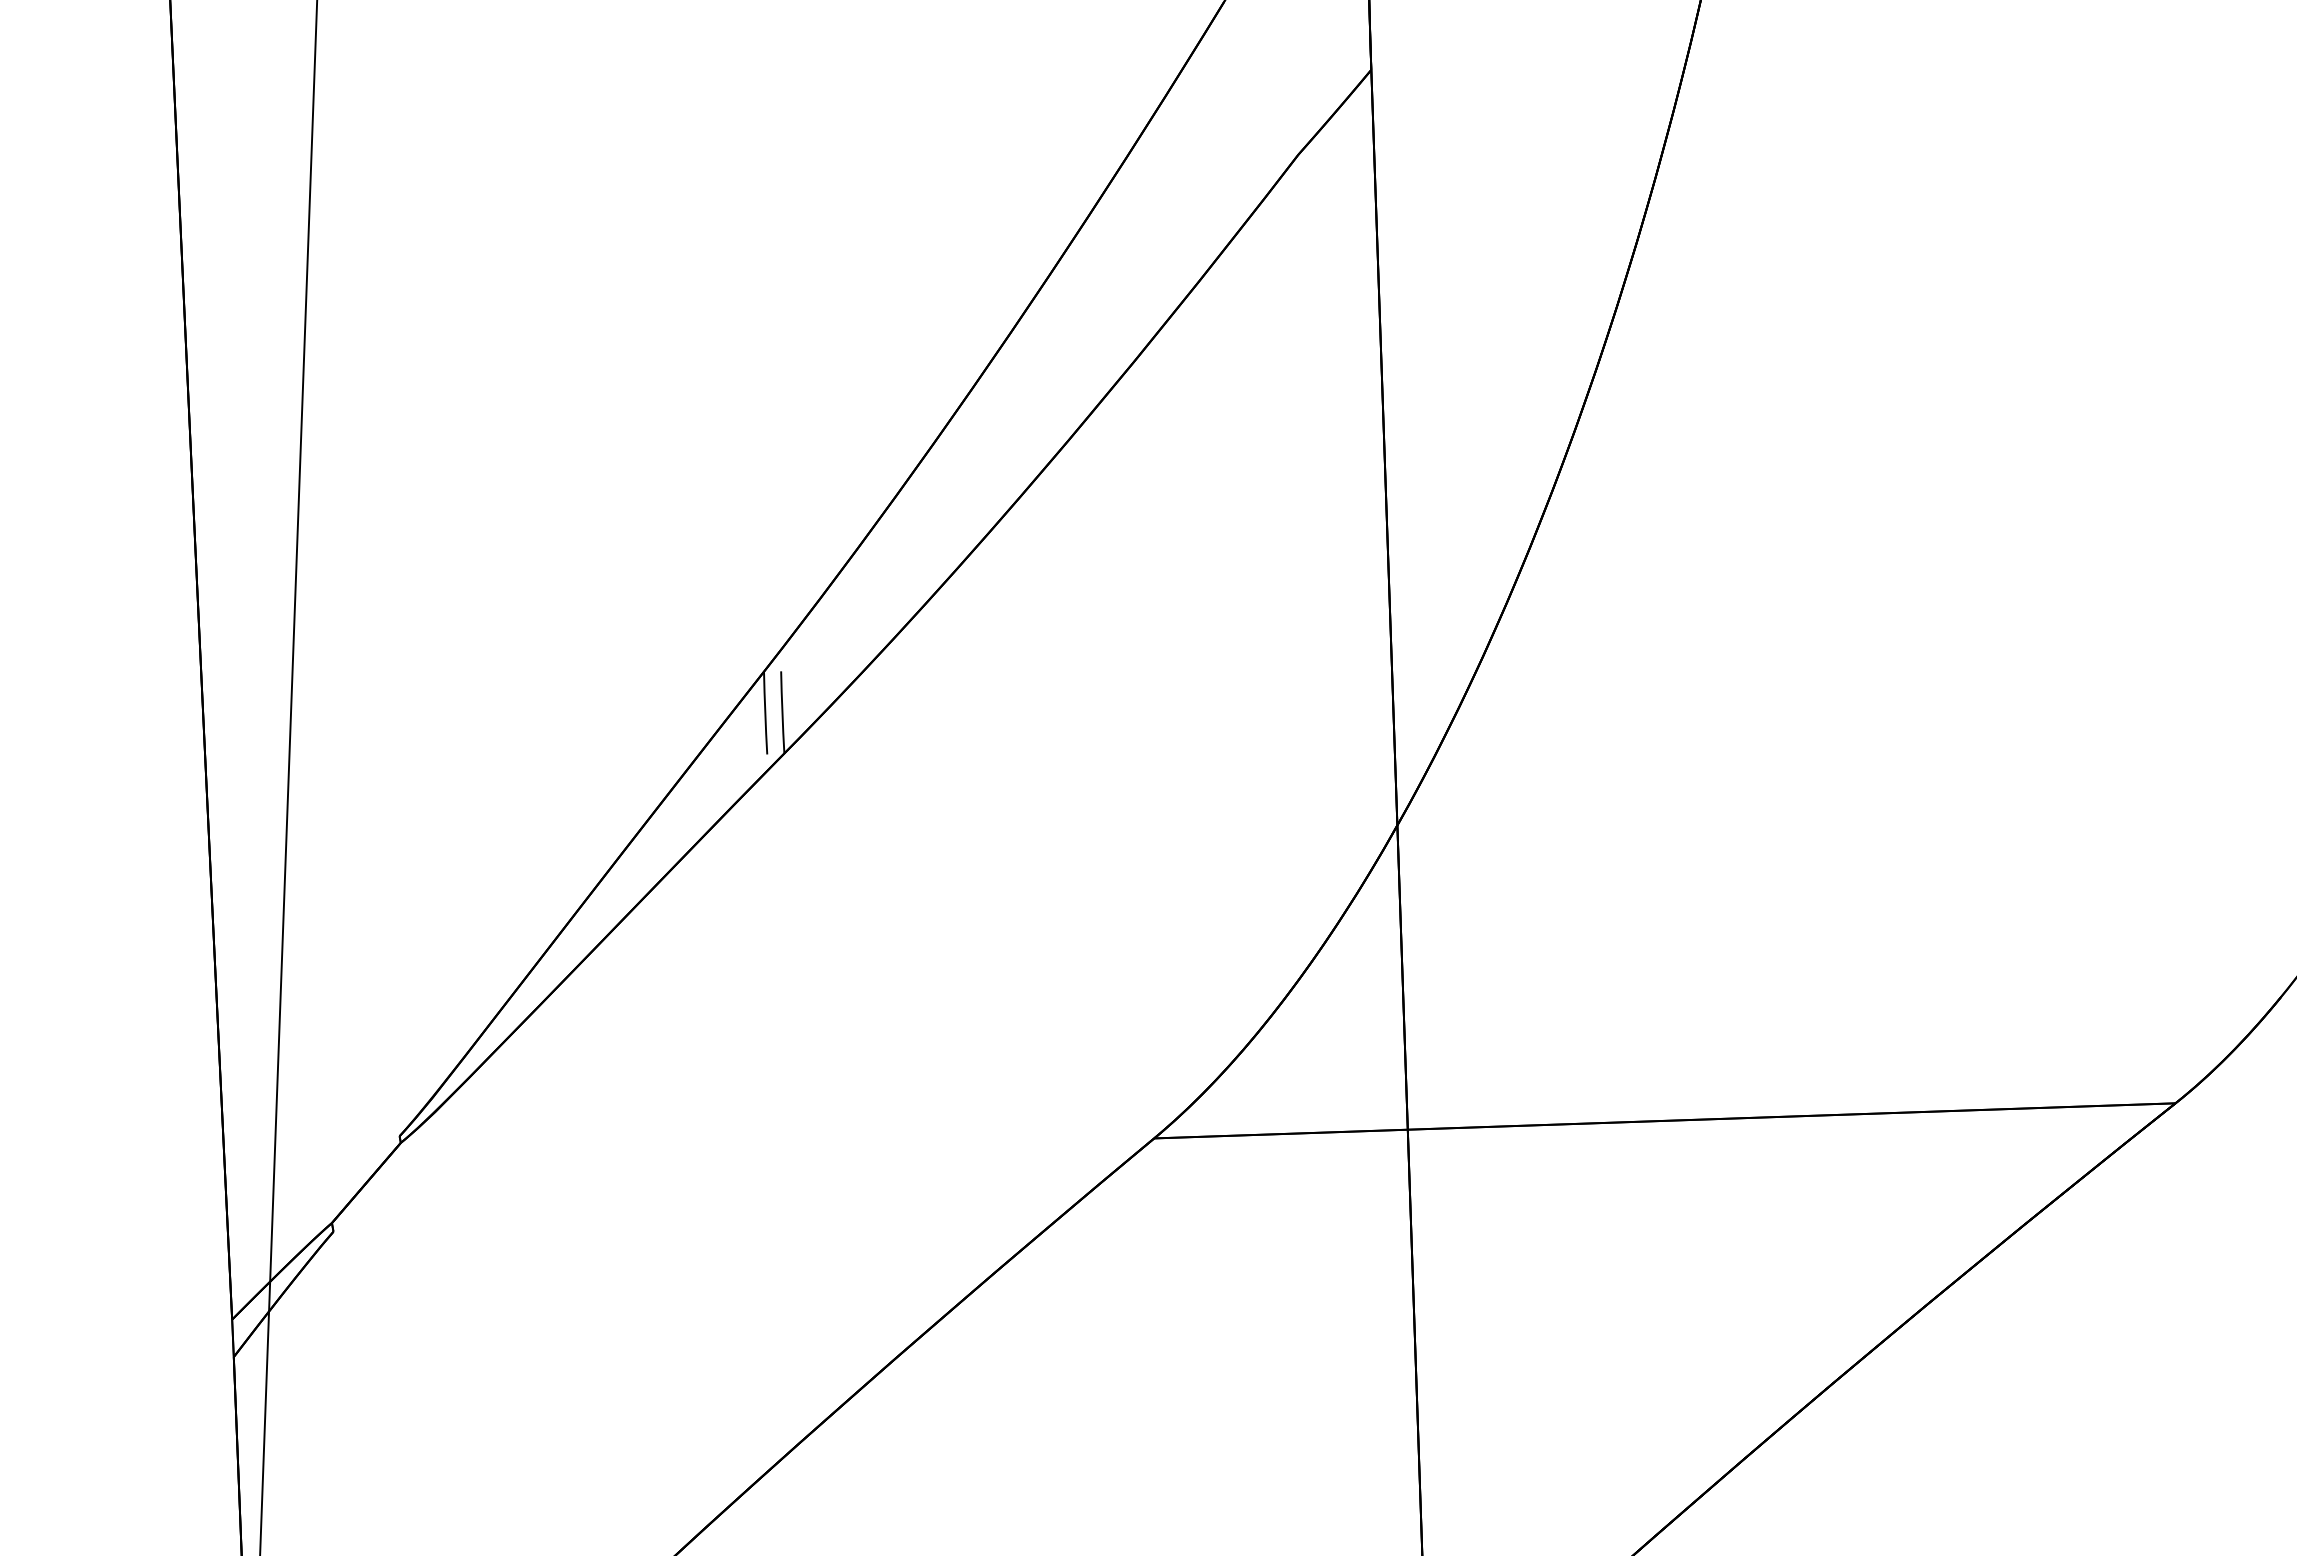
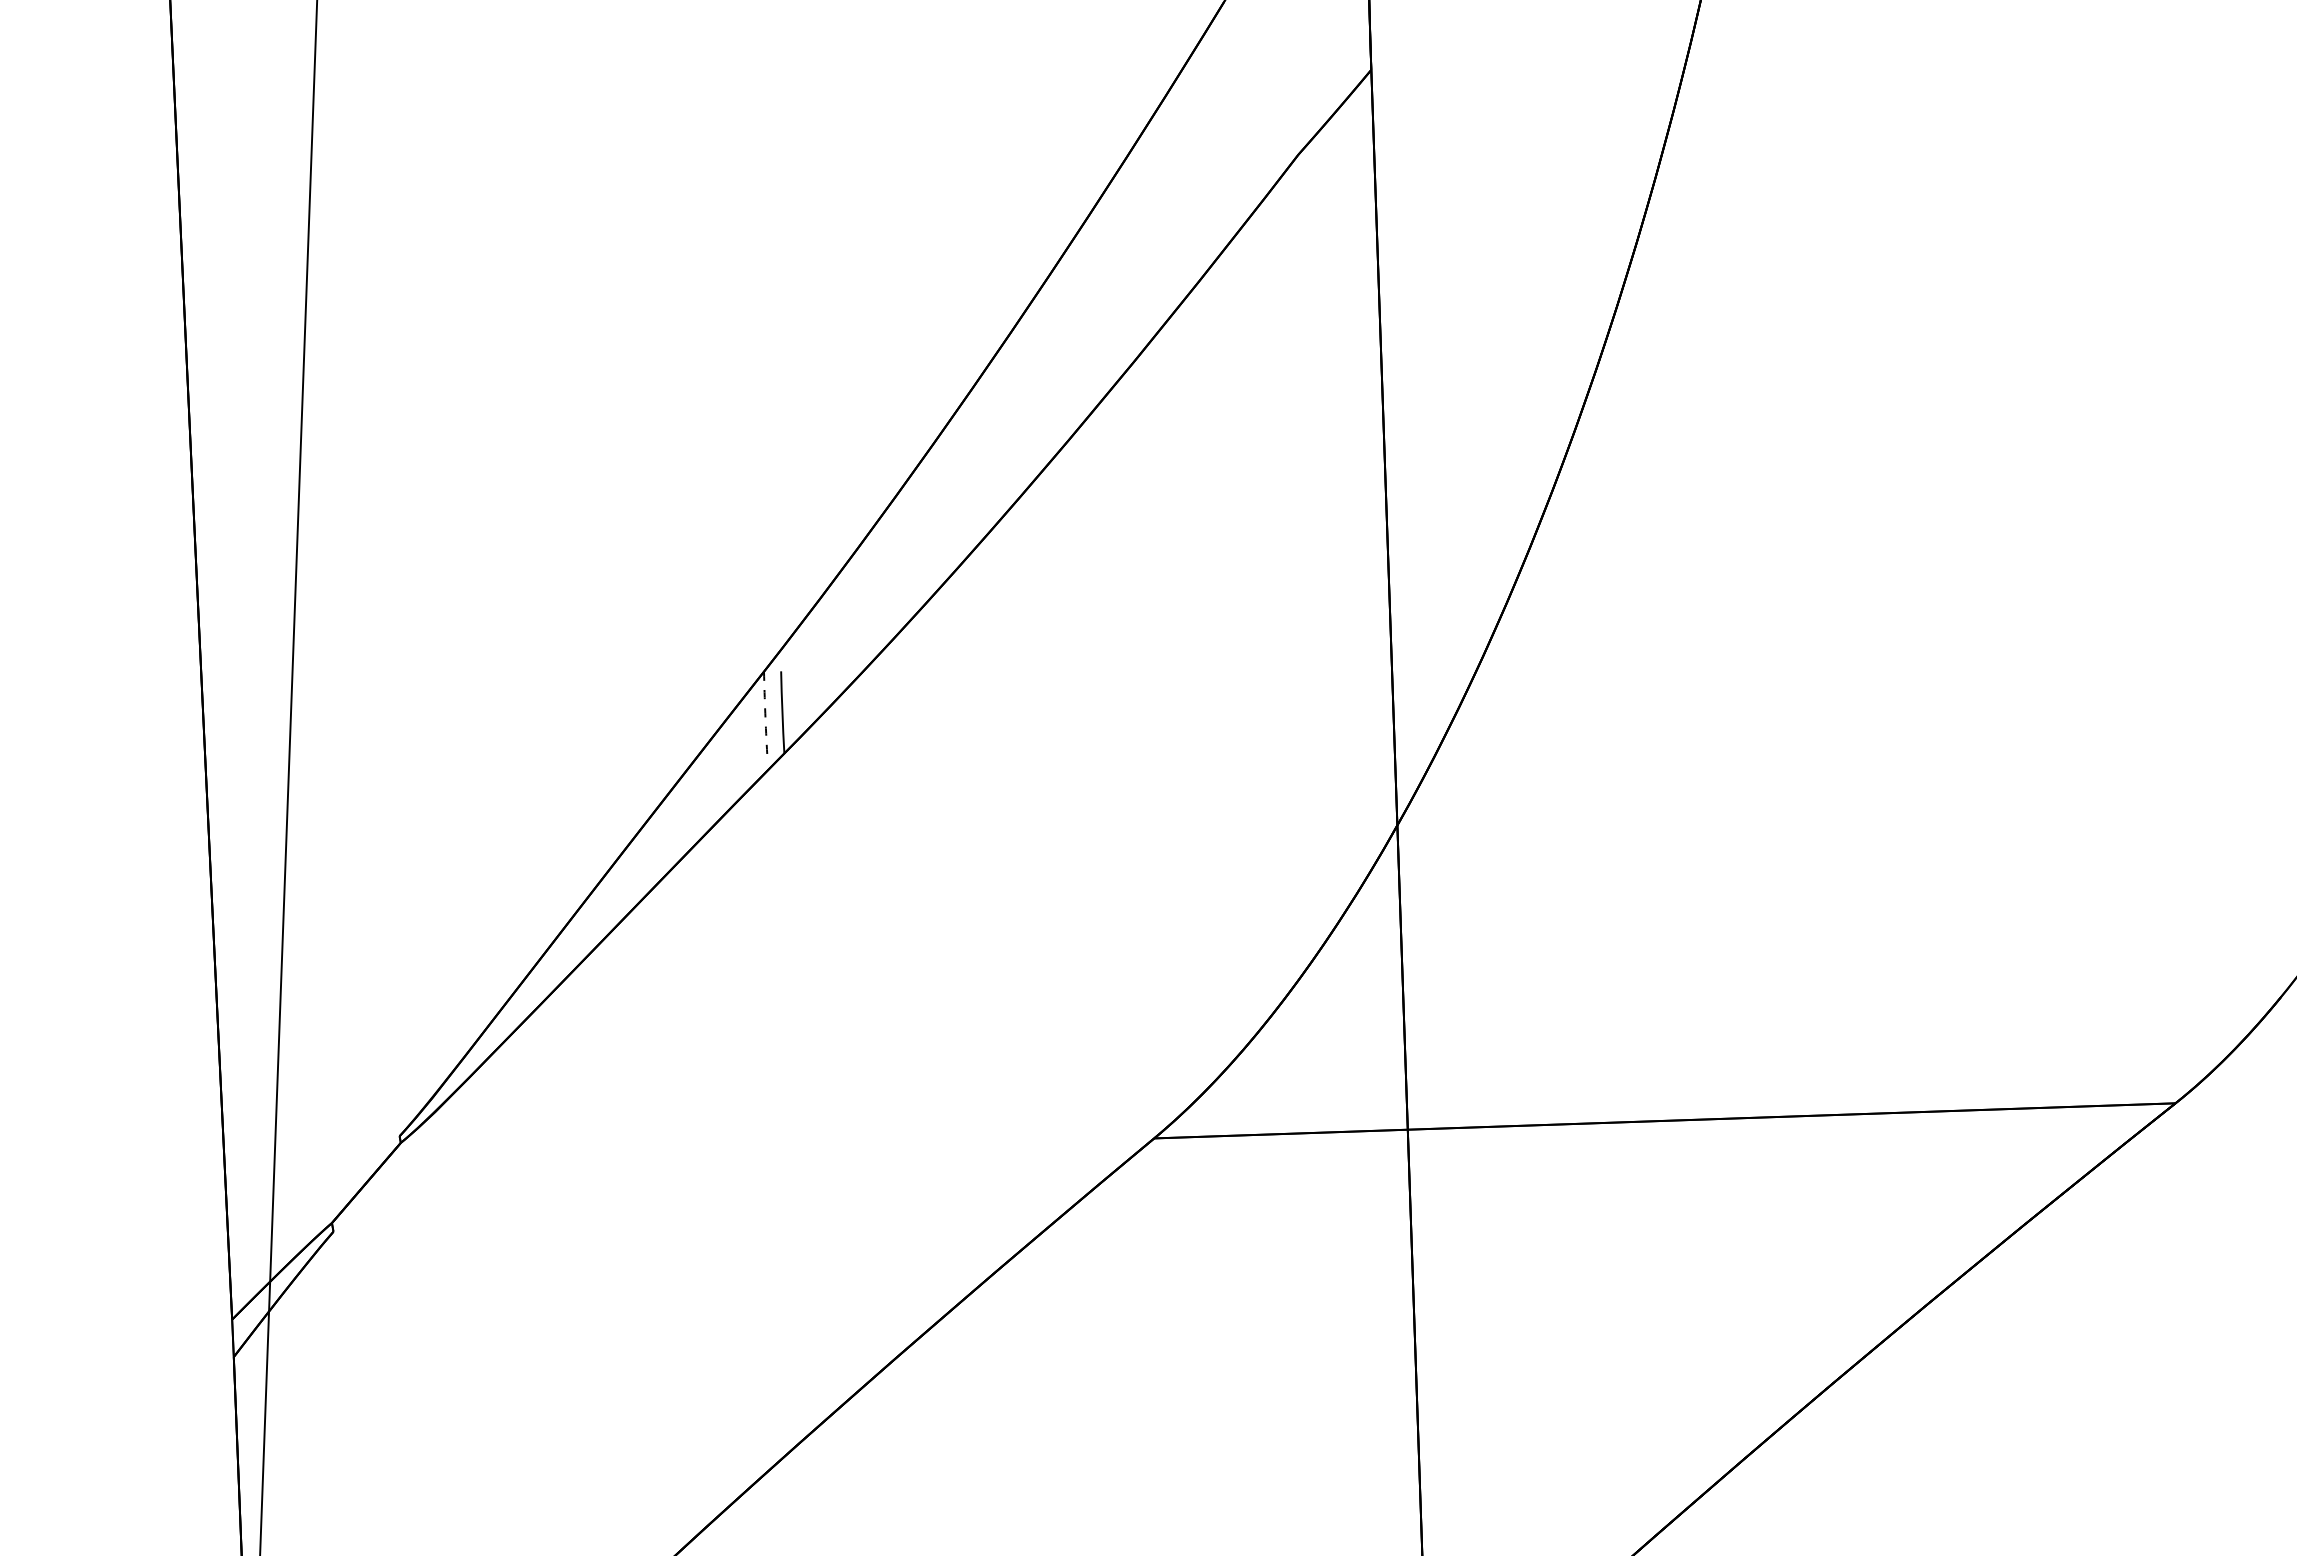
arc at (765, 713): solid -> dashed
